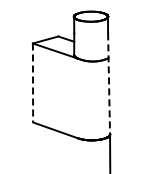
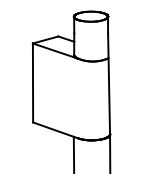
line at (33, 83): dashed -> solid
line at (109, 83): dashed -> solid
line at (73, 153): none -> present
